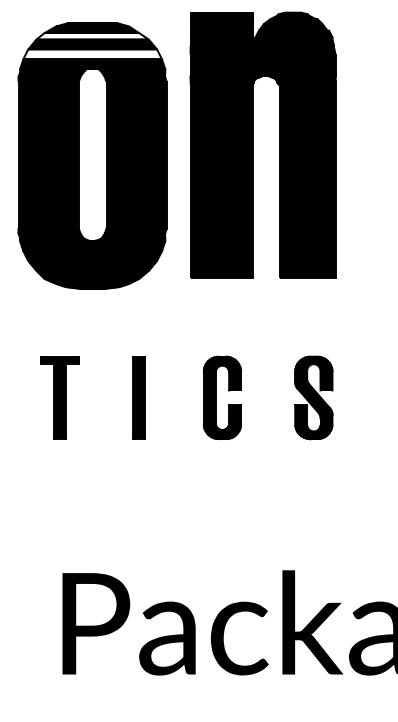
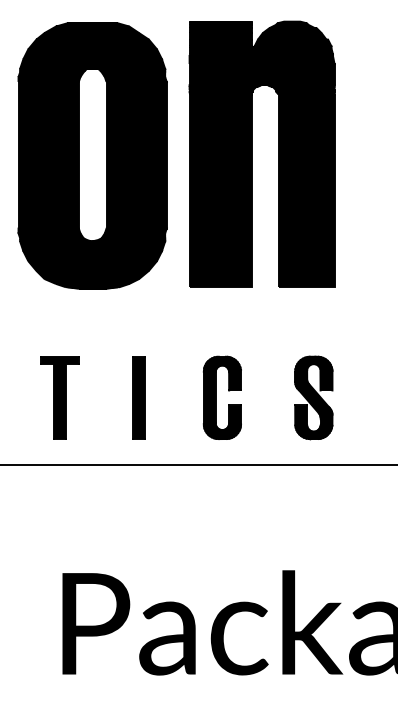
fill at (92, 36): none -> present
fill at (92, 54): none -> present
part at (253, 144) position: (253, 144) -> (252, 153)
line at (198, 464): none -> present
